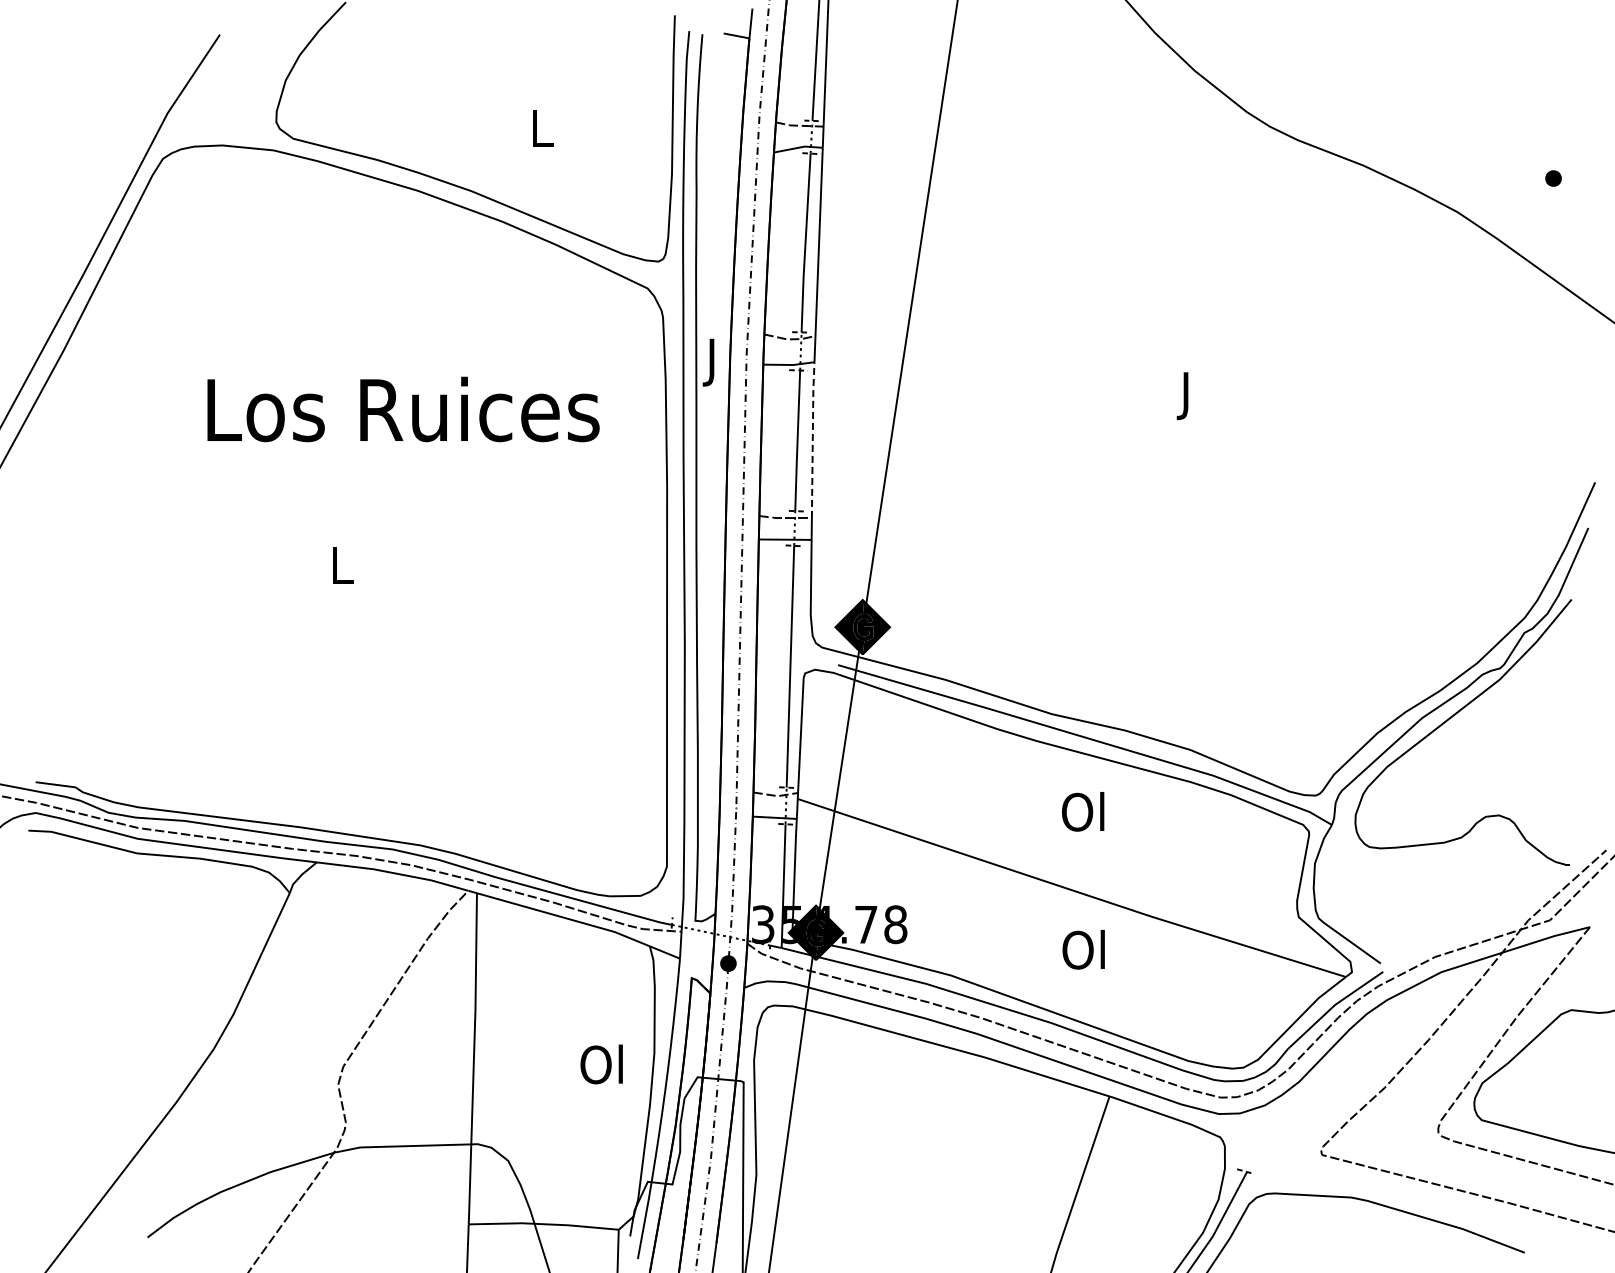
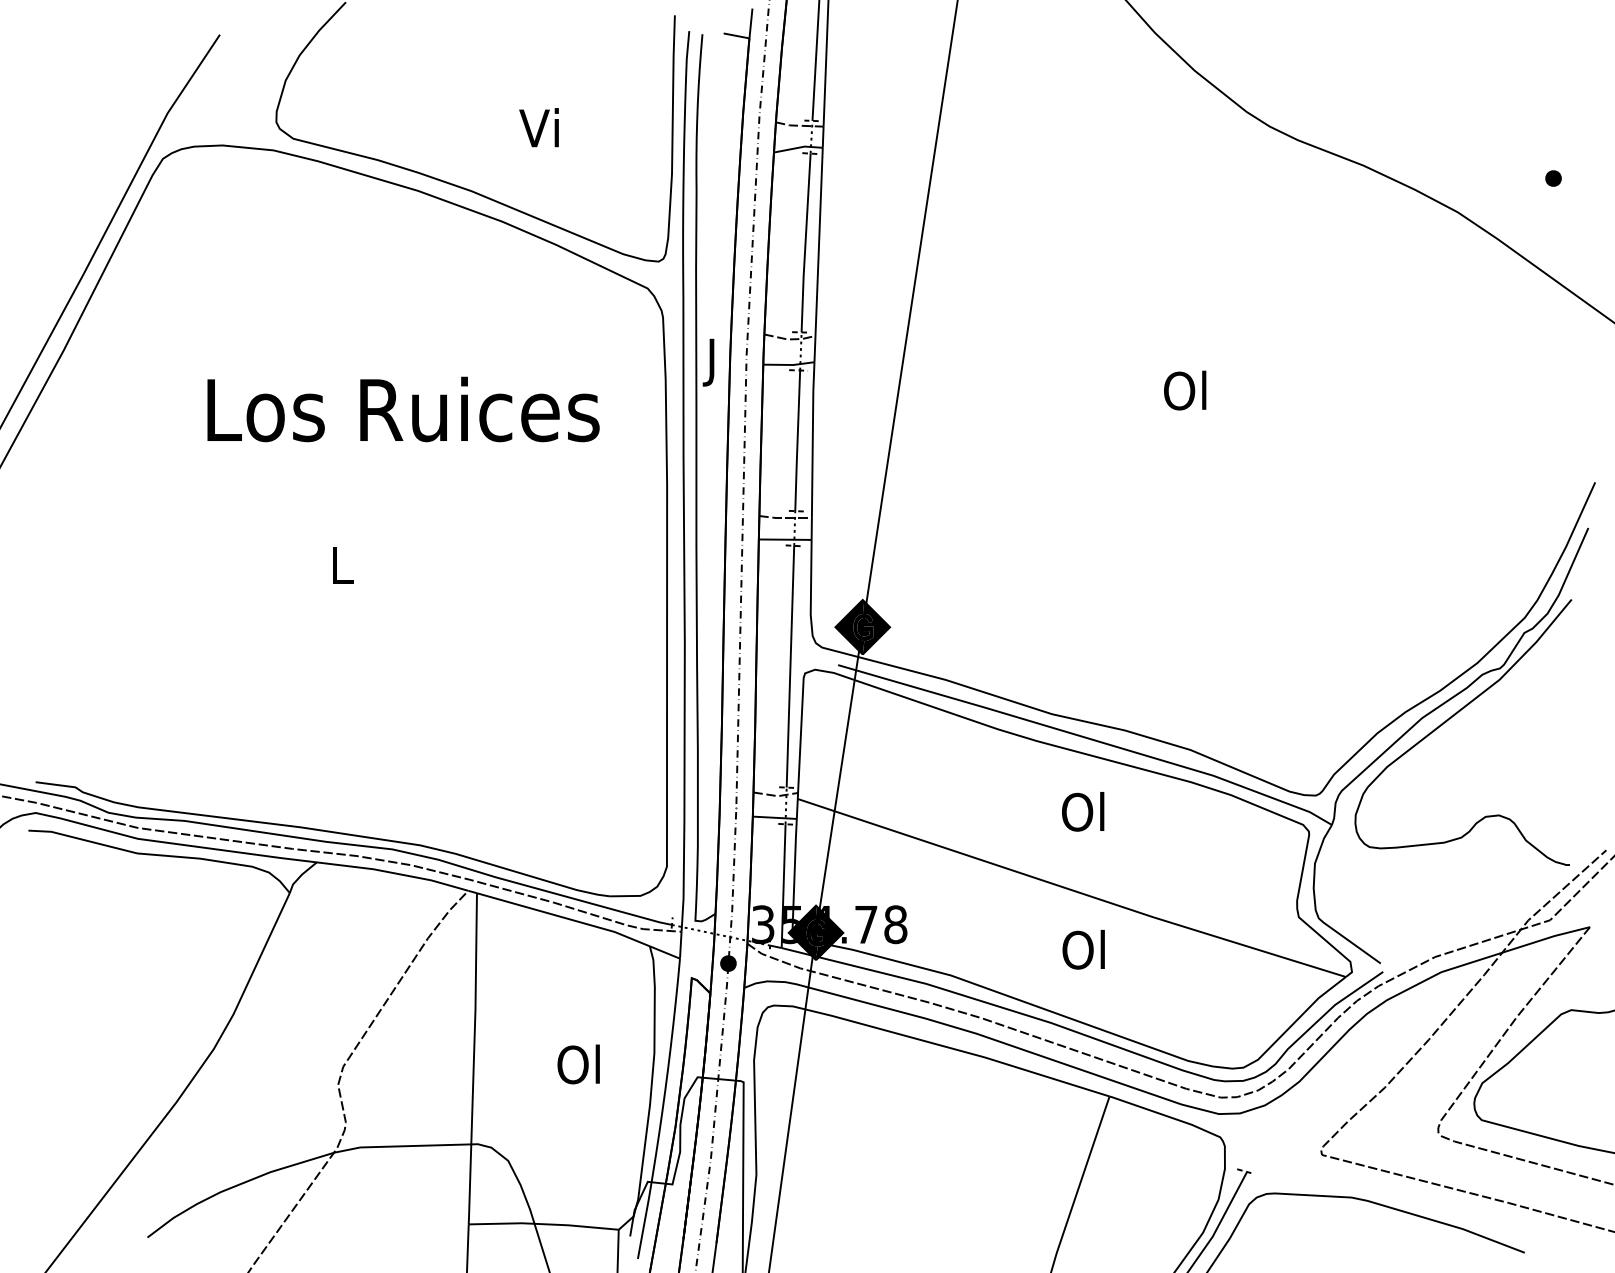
text at (538, 127): L -> Vi
text at (1185, 395): J -> Ol
line at (812, 439): dashed -> solid
text at (601, 1064) position: (601, 1064) -> (578, 1064)
